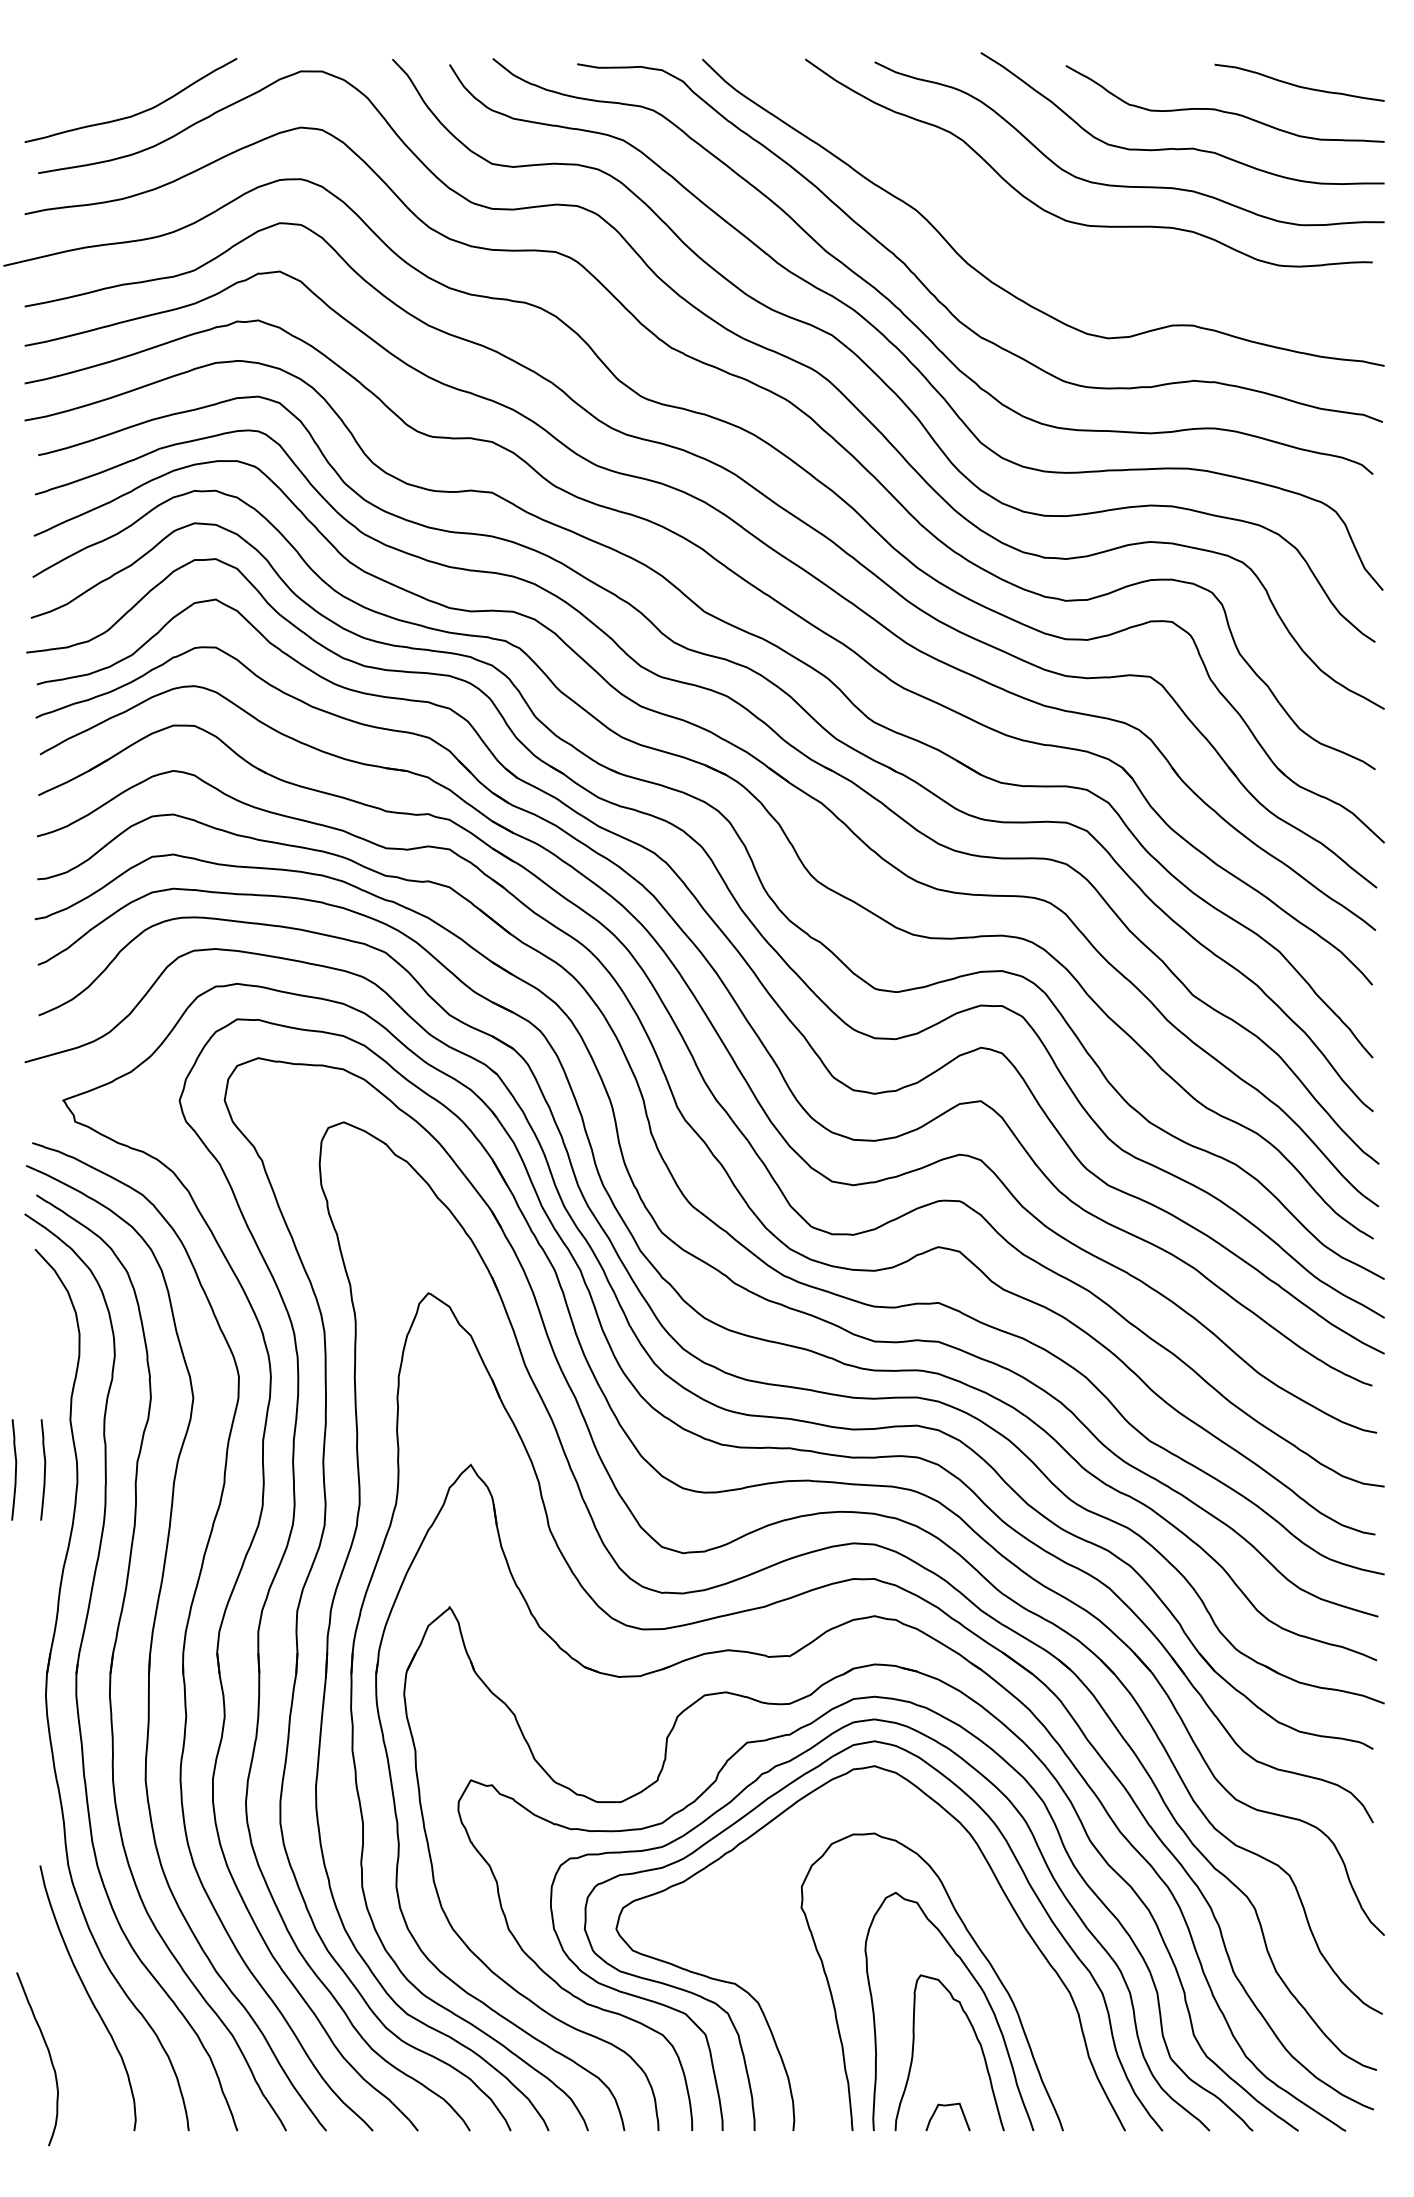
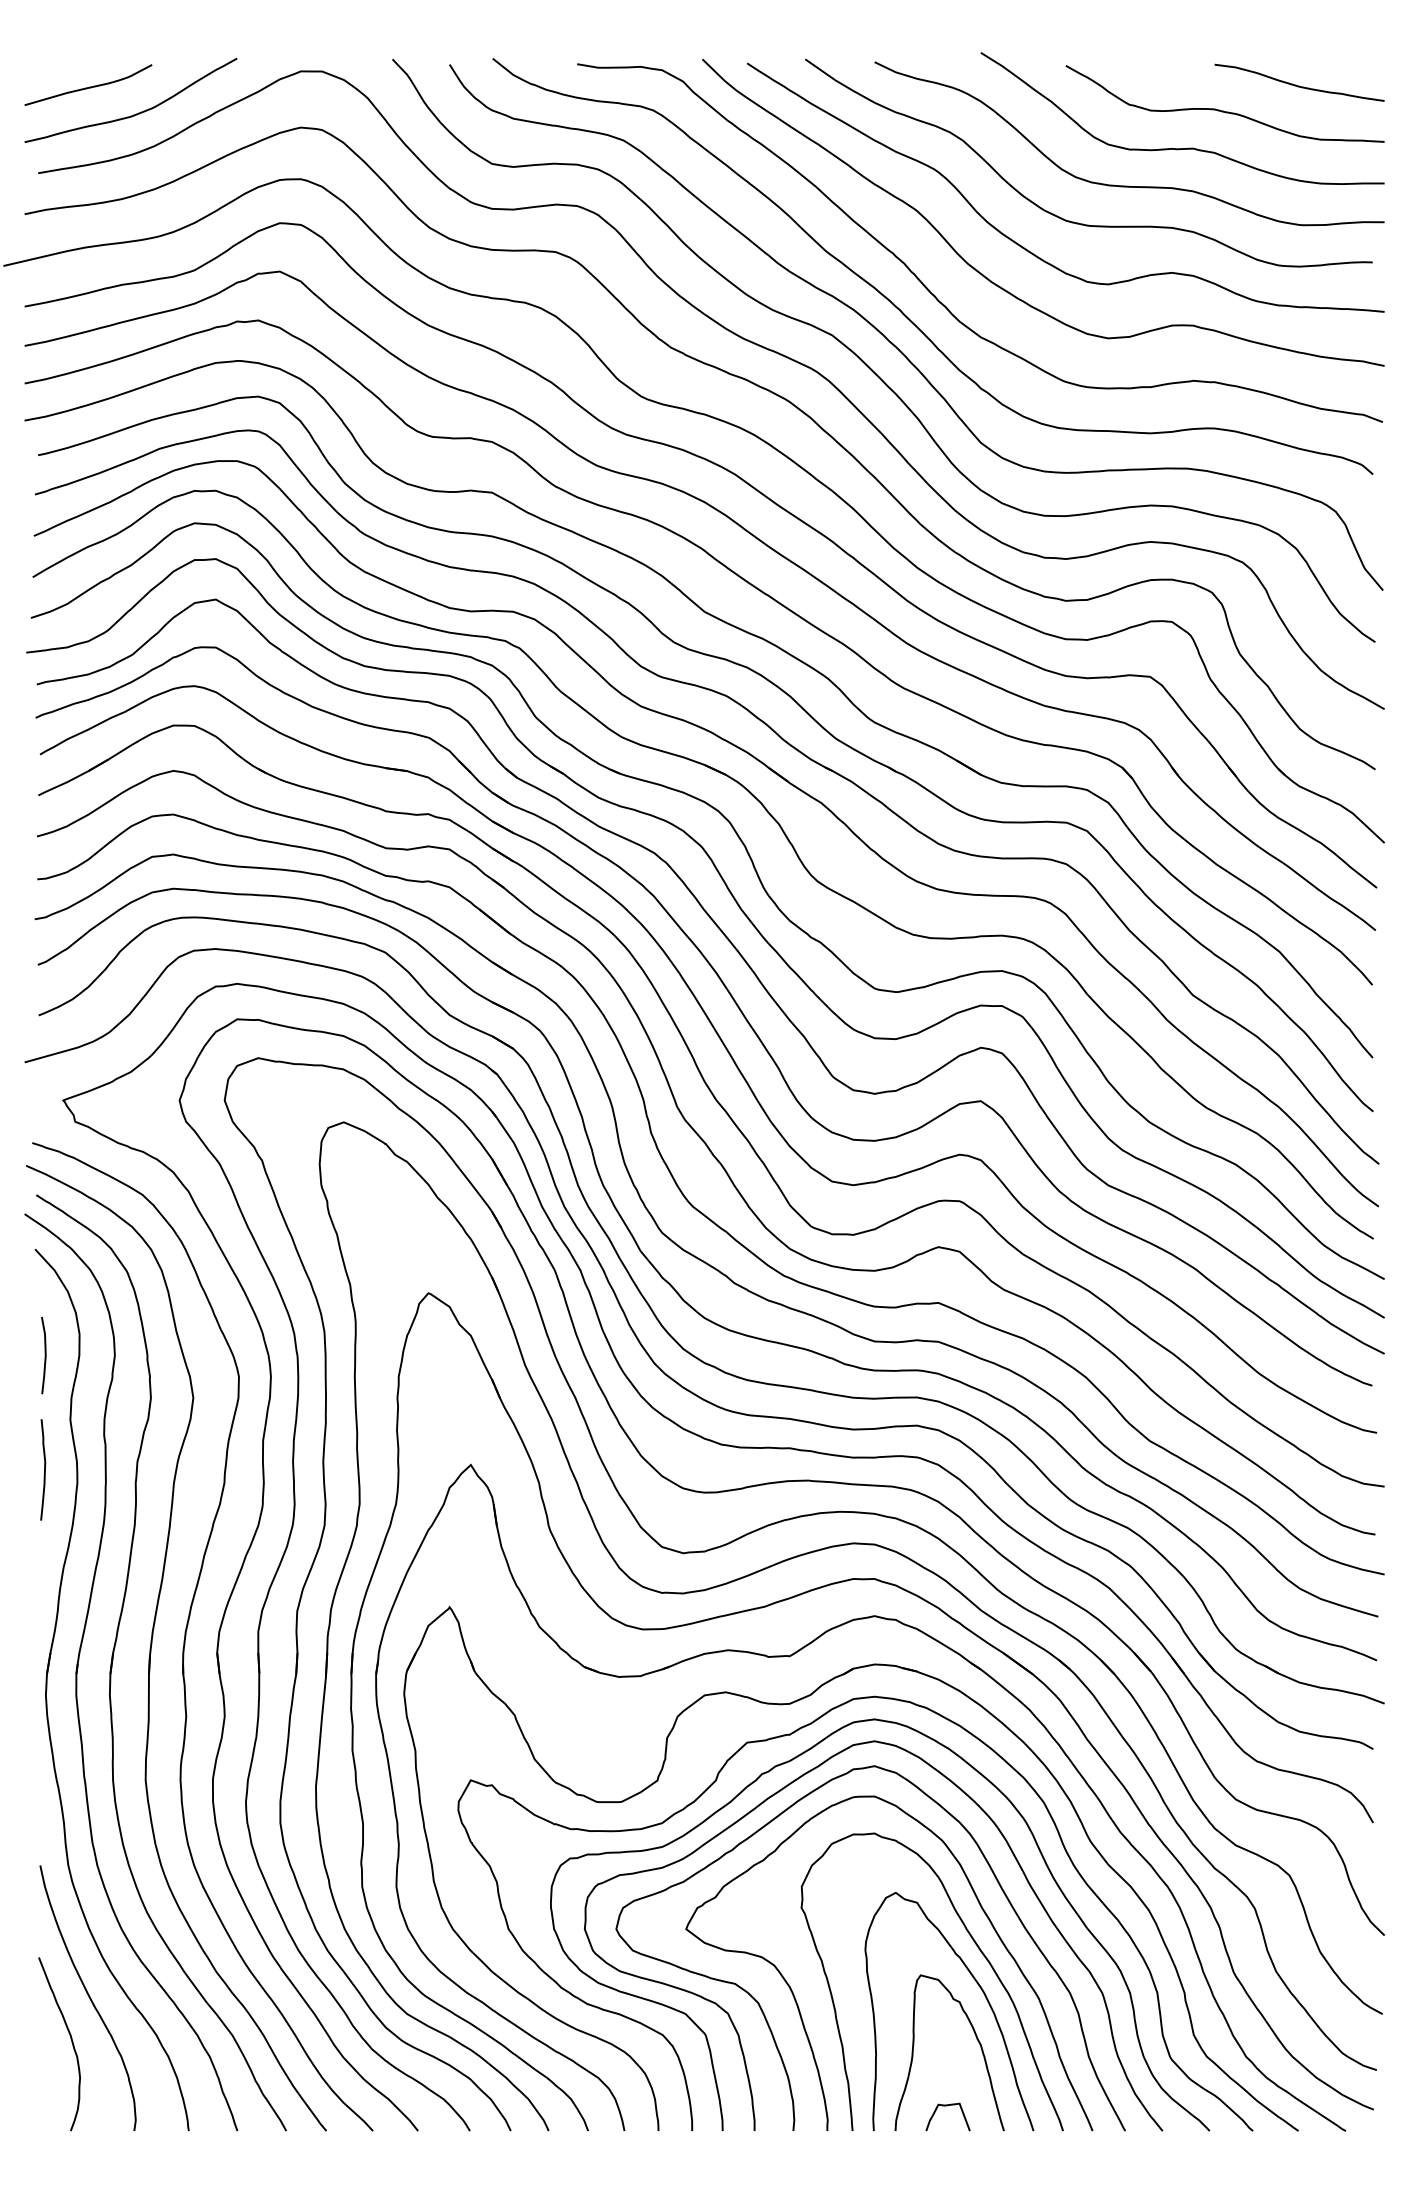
curve at (89, 86): none -> present
curve at (1026, 248): none -> present
line at (44, 1355): none -> present
curve at (15, 1469): present -> none
curve at (796, 1999): none -> present
curve at (48, 2054) position: (48, 2054) -> (70, 2039)
